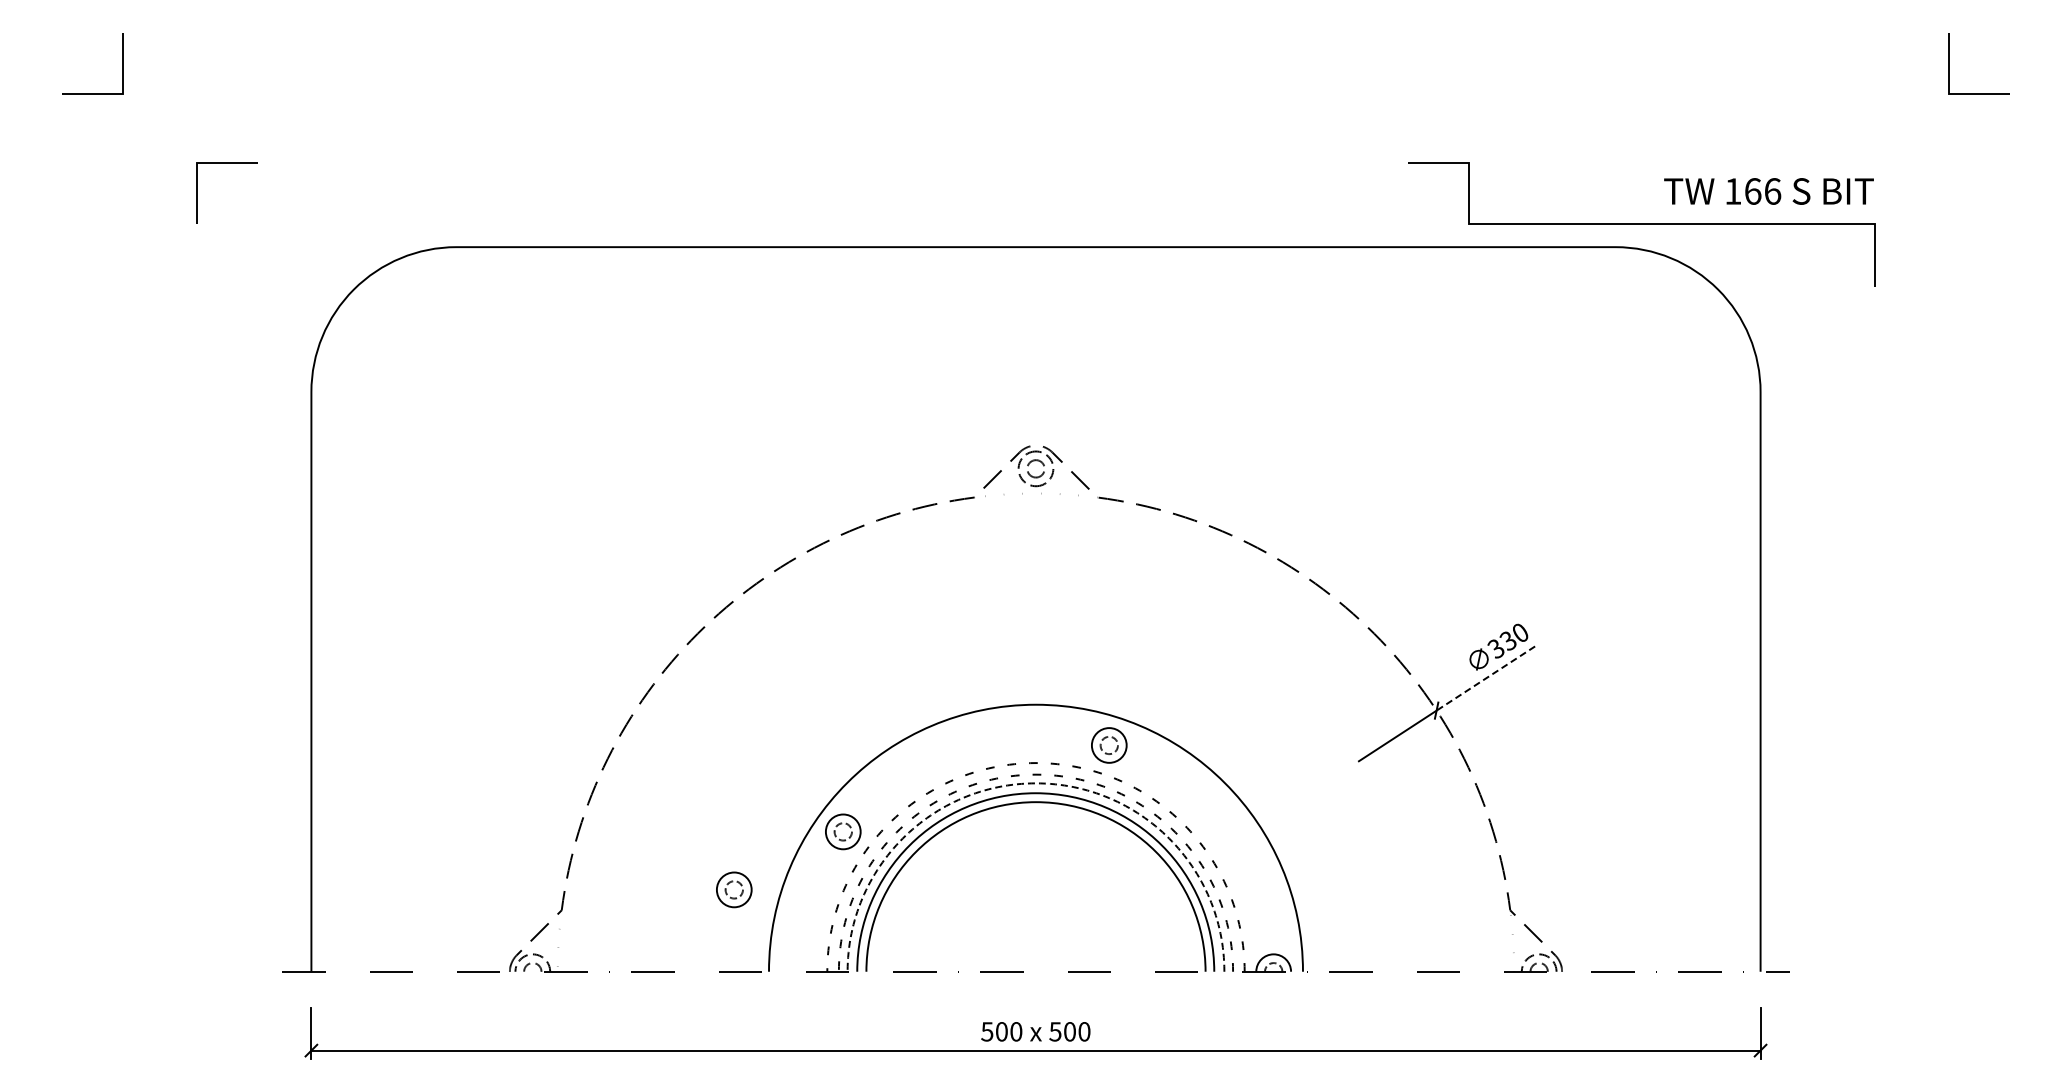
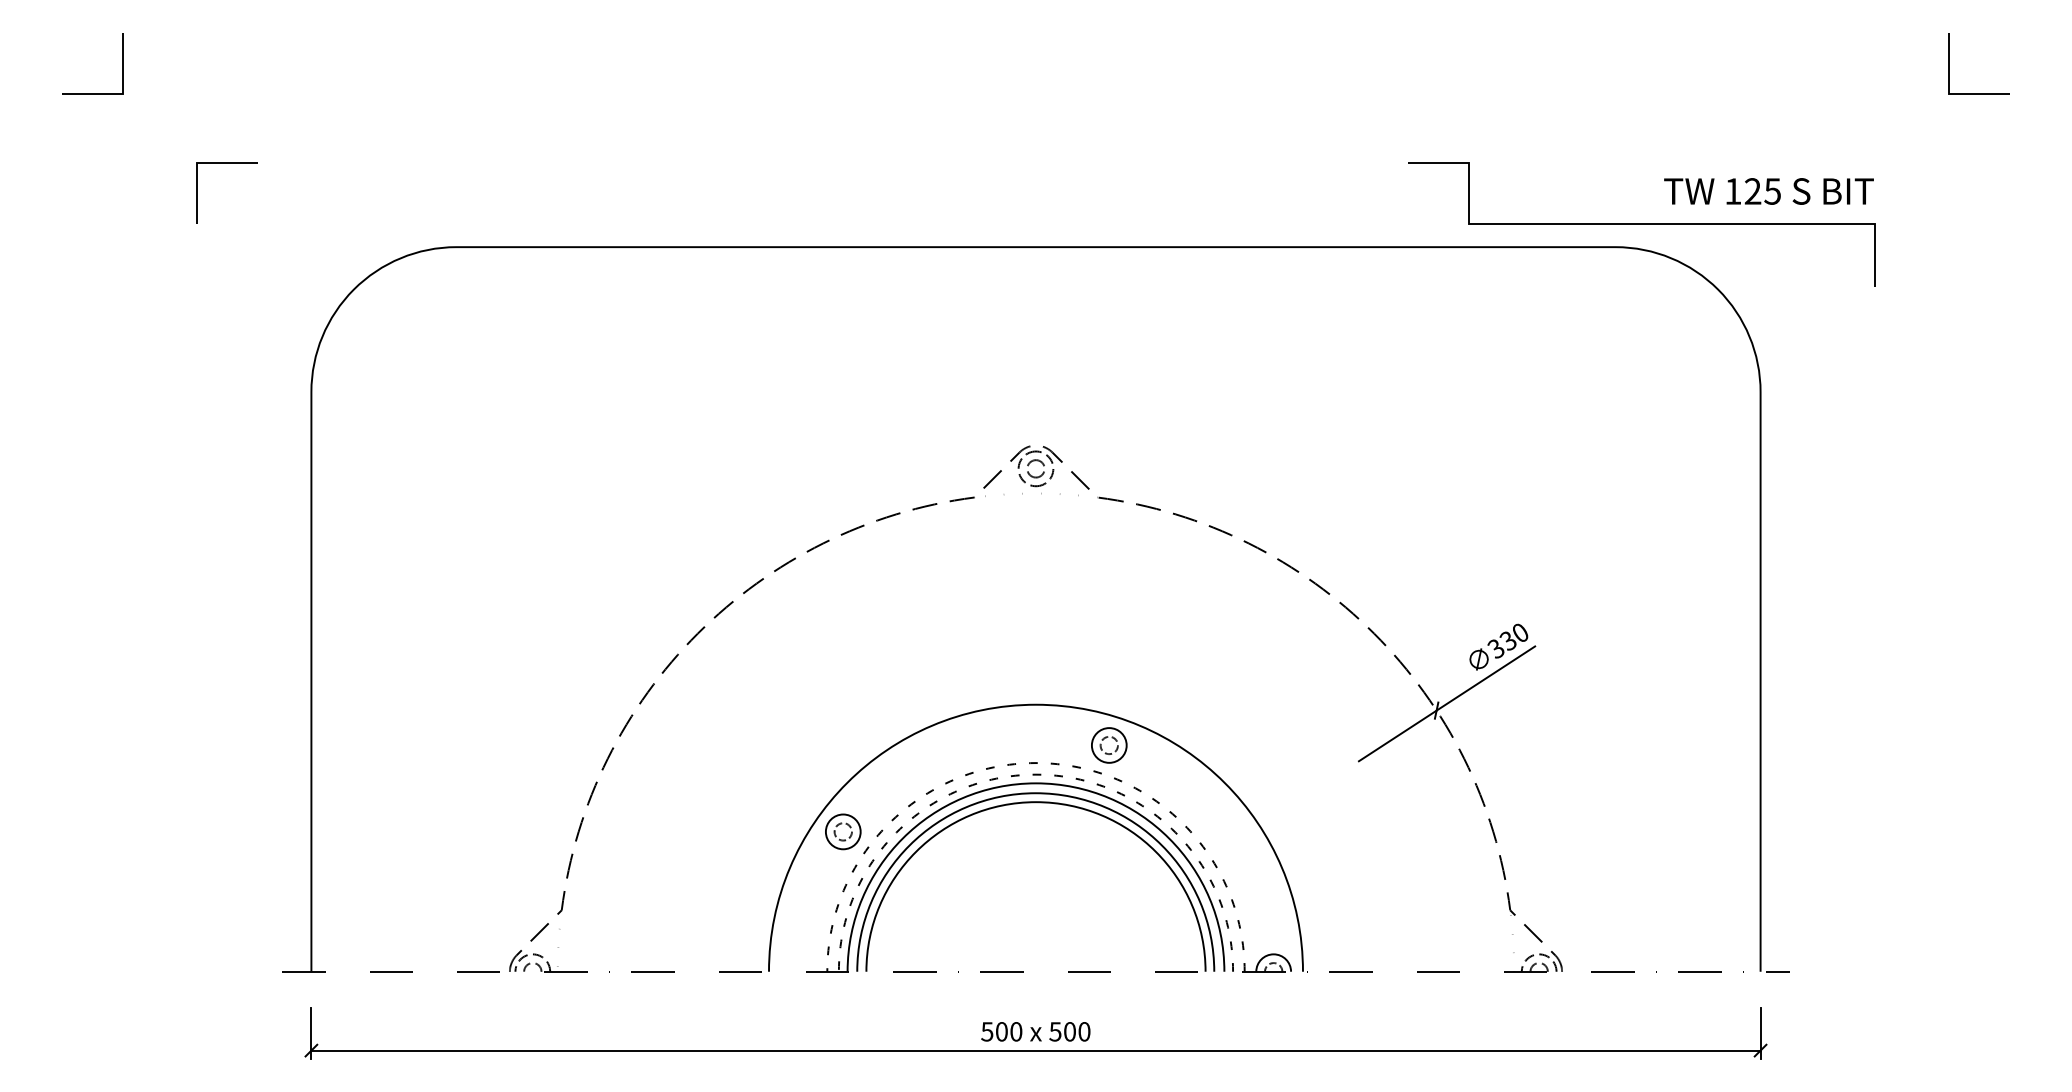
text at (1762, 191): 166 -> 125
line at (1485, 678): dashed -> solid
arc at (1036, 783): dashed -> solid
part at (734, 889): present -> none
